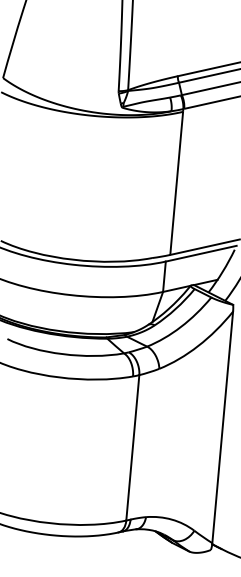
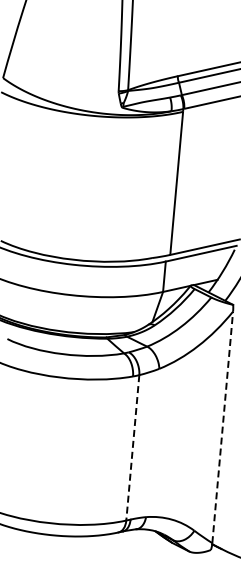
line at (222, 426): solid -> dashed
line at (132, 447): solid -> dashed
